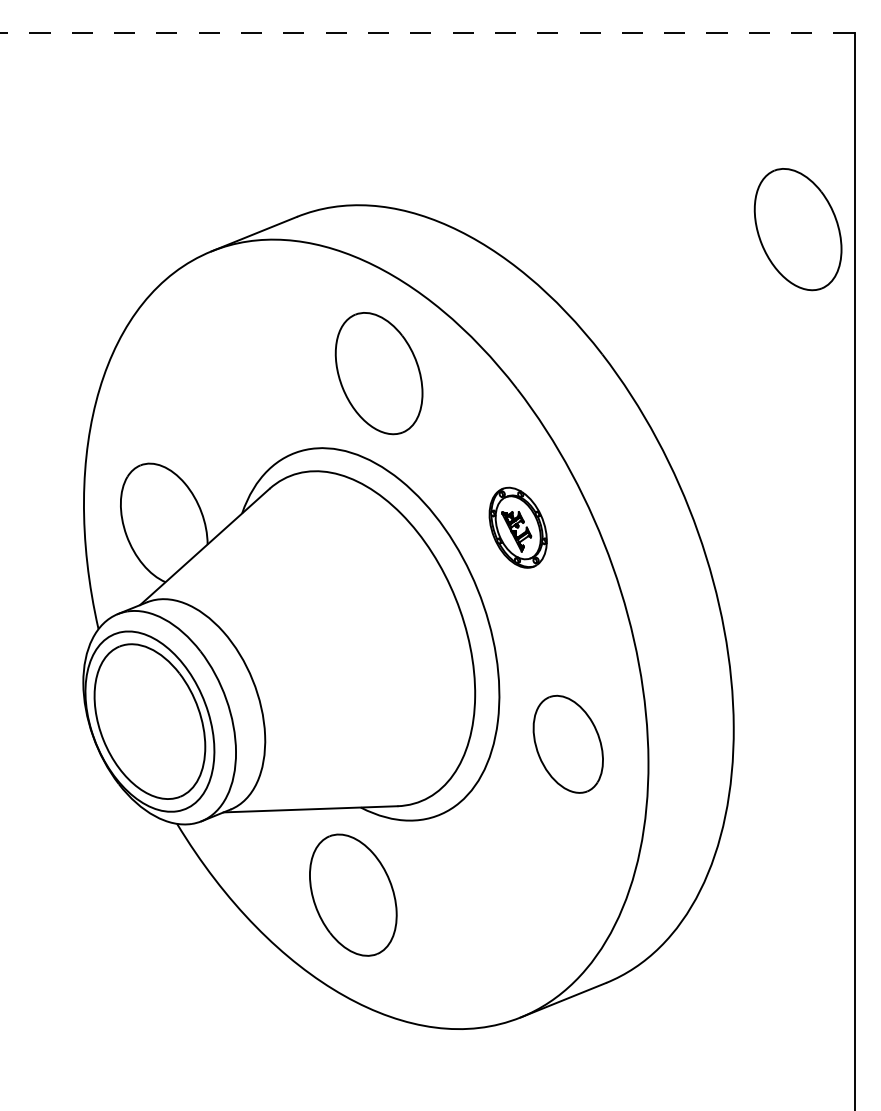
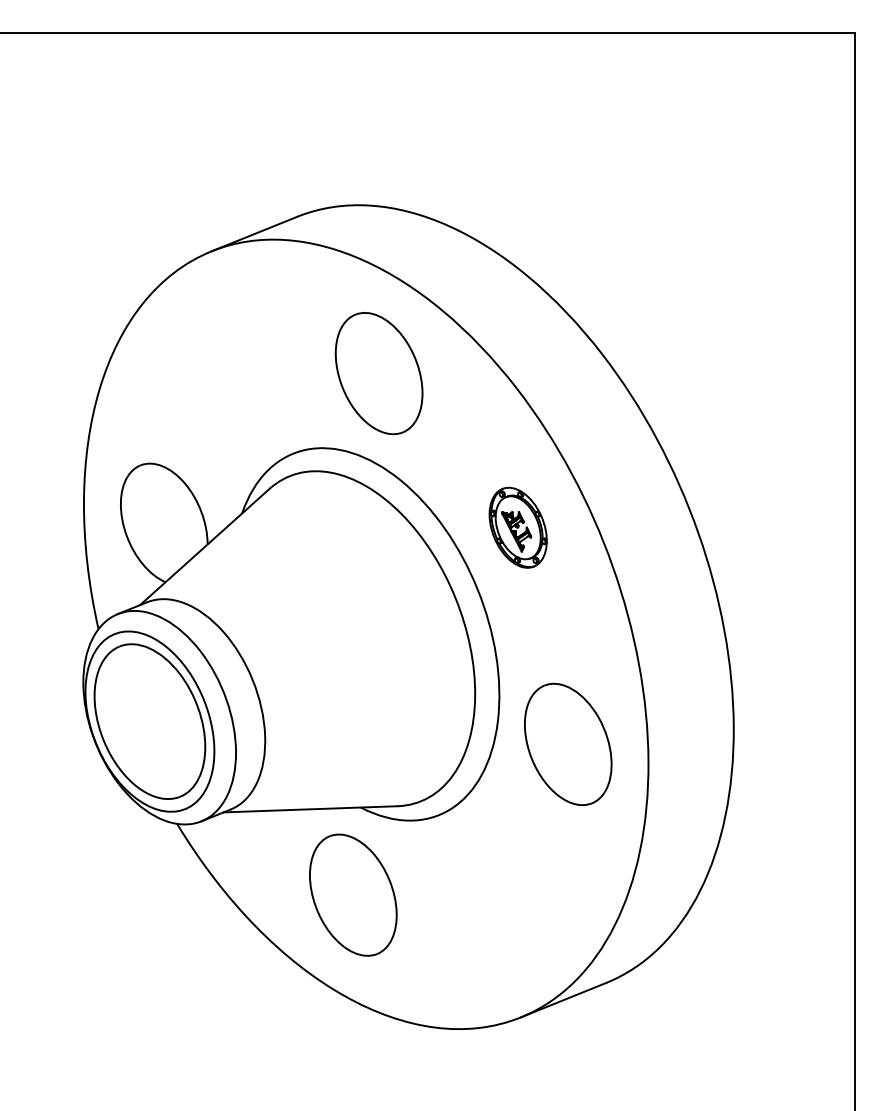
line at (427, 33): dashed -> solid
part at (797, 229): present -> none
part at (567, 743) size: 72x100 px -> 89x124 px
